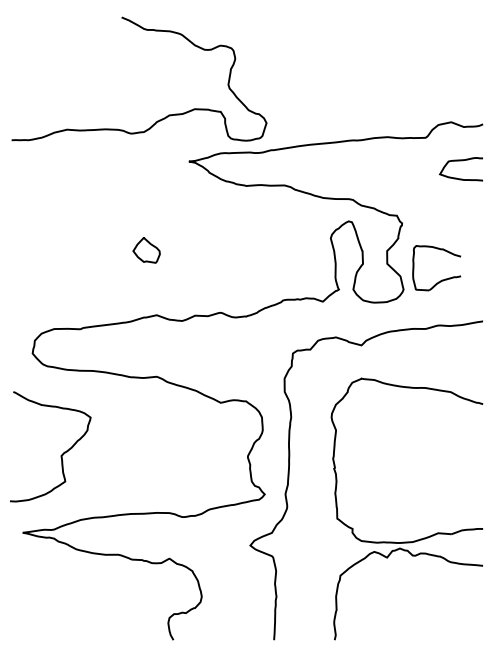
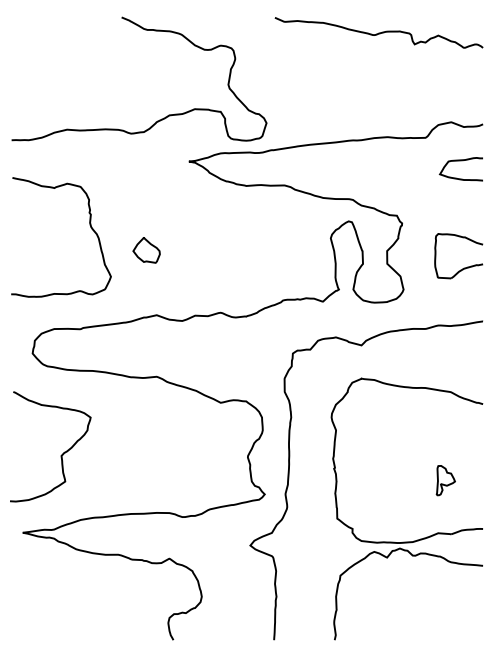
curve at (378, 32): none -> present
curve at (89, 225): none -> present
part at (442, 279) position: (442, 279) -> (464, 267)
part at (445, 480): none -> present
